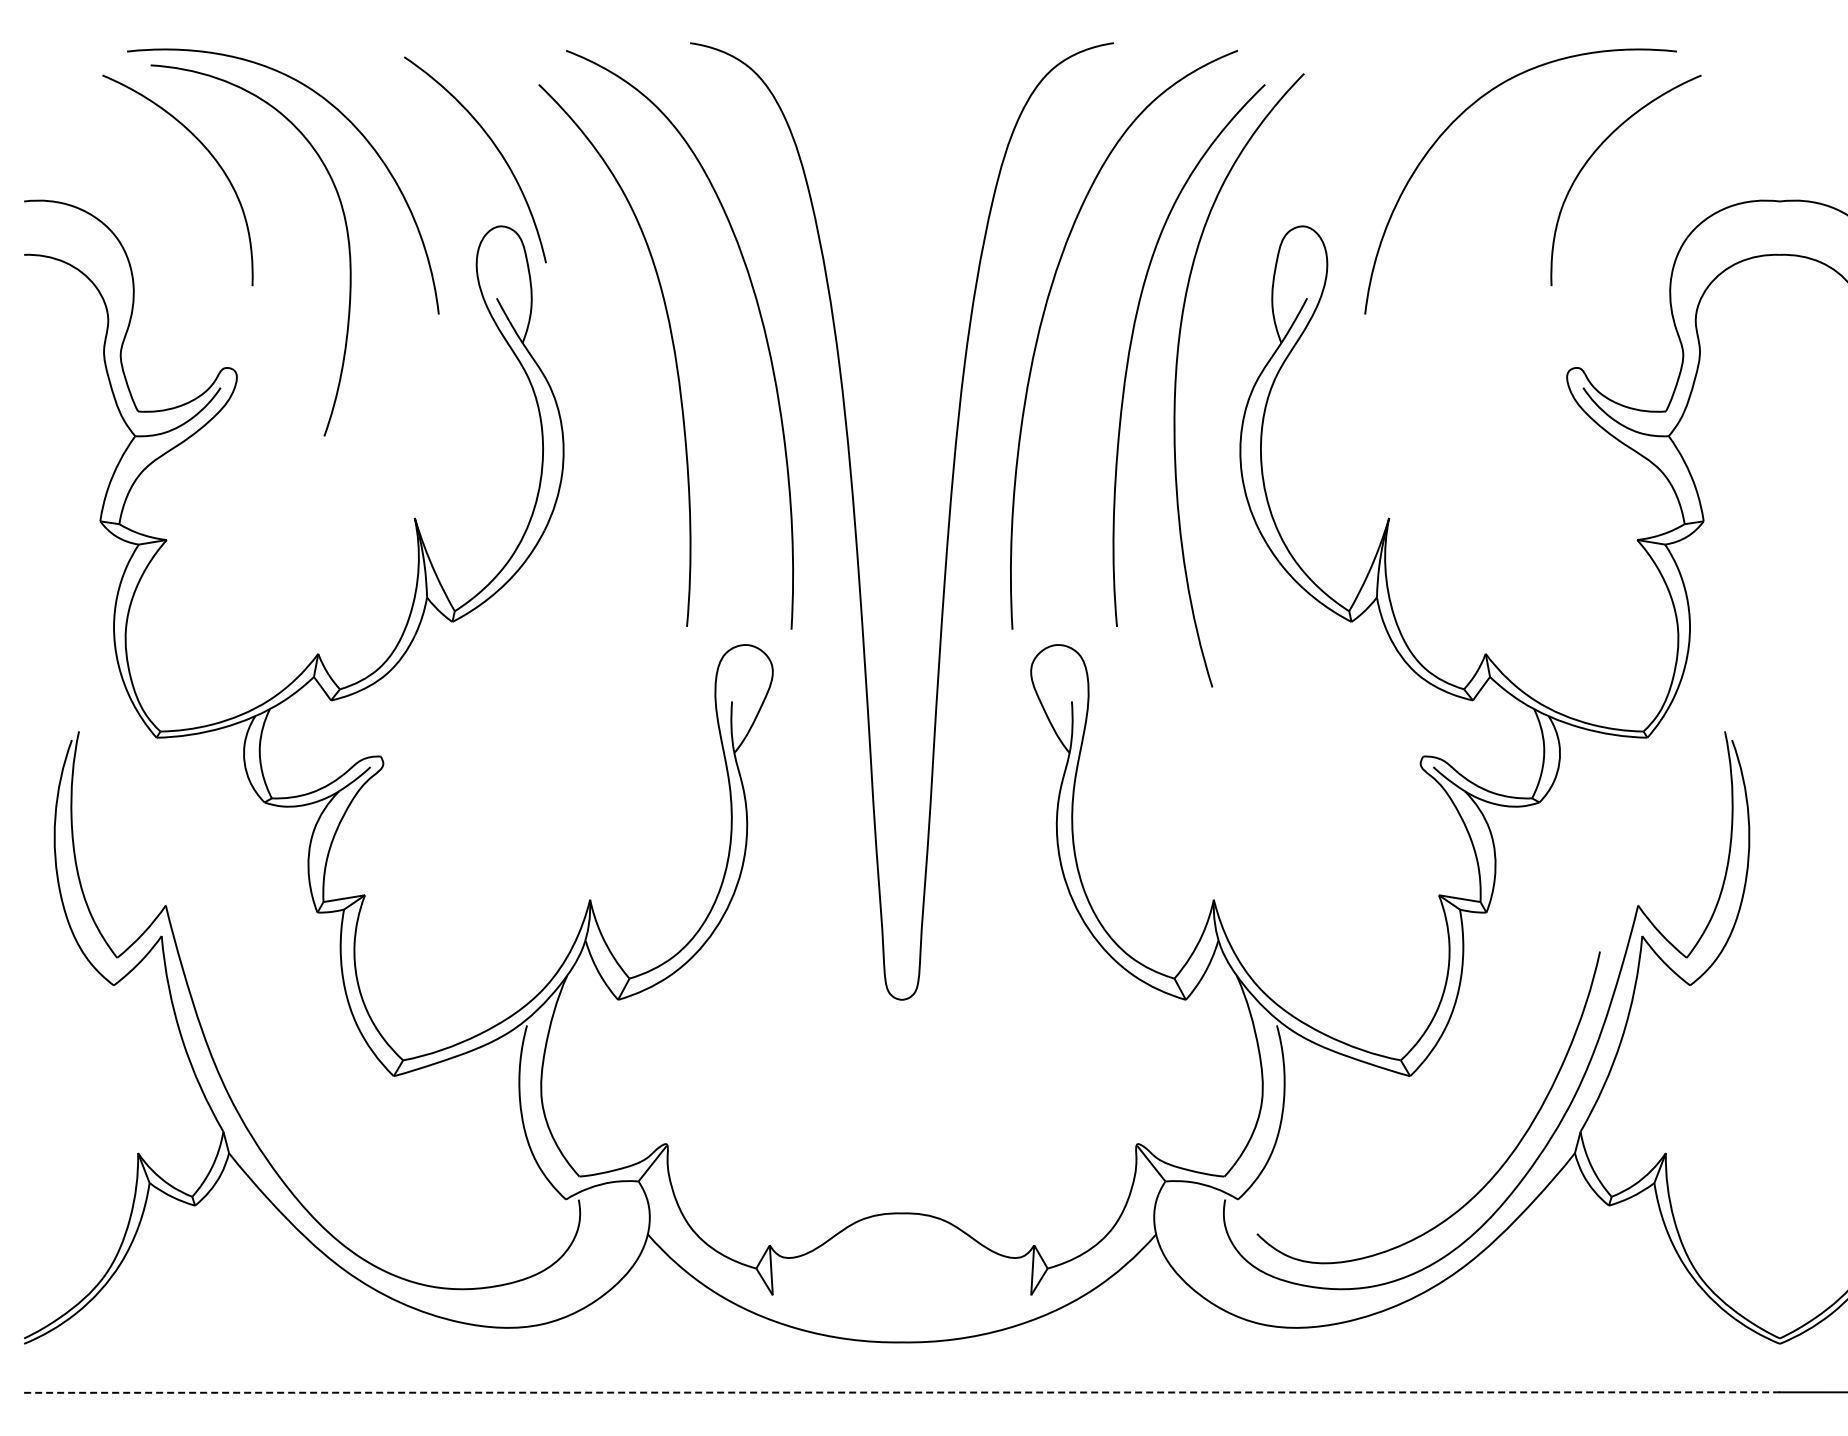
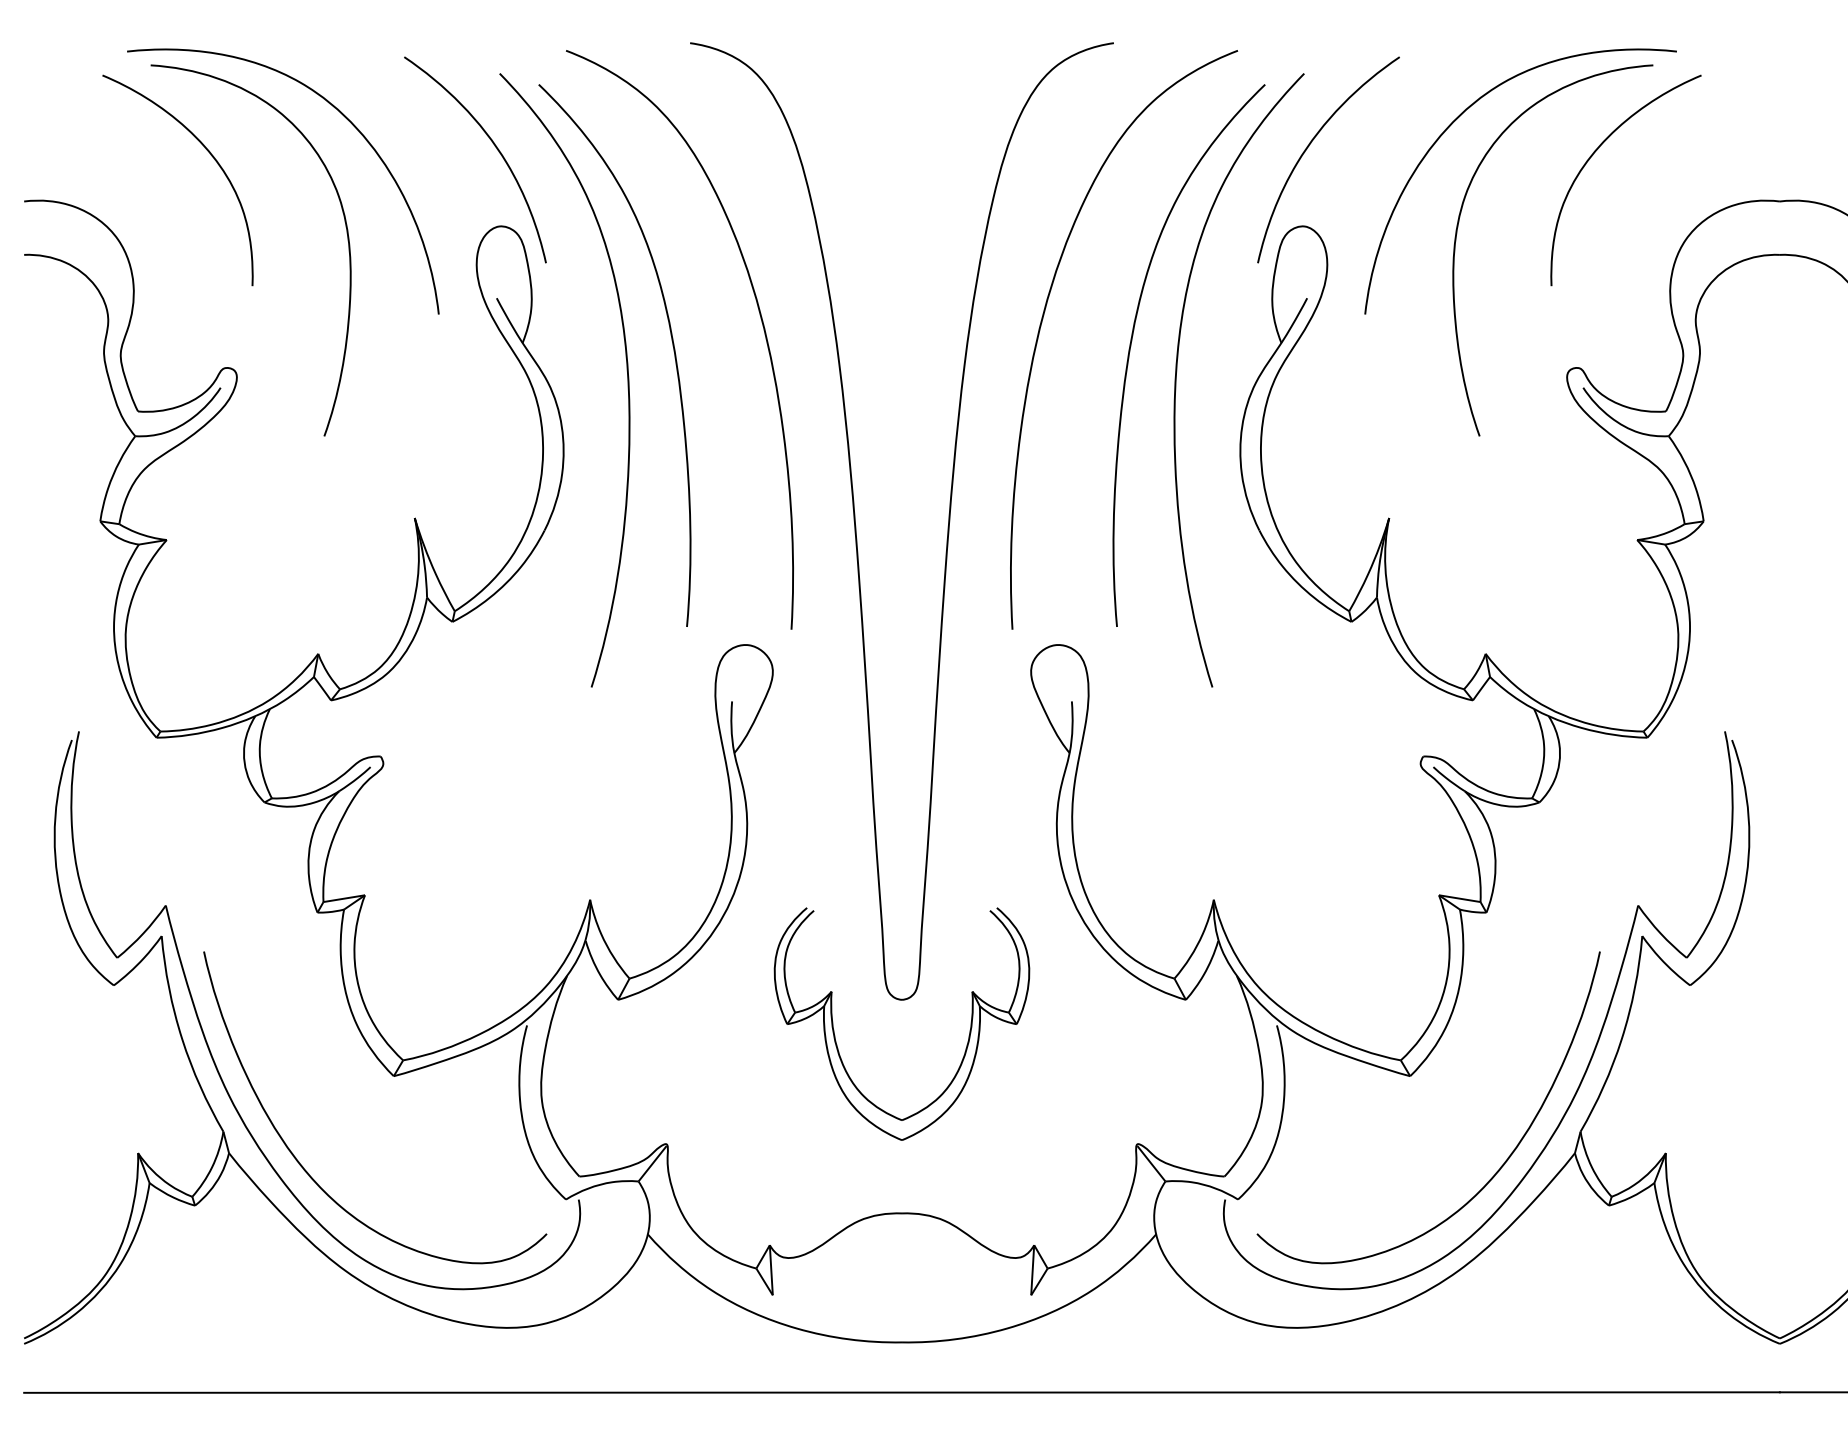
curve at (1309, 146): none -> present
curve at (1456, 241): none -> present
curve at (626, 370): none -> present
part at (835, 1035): none -> present
curve at (303, 1166): none -> present
line at (902, 1392): dashed -> solid
